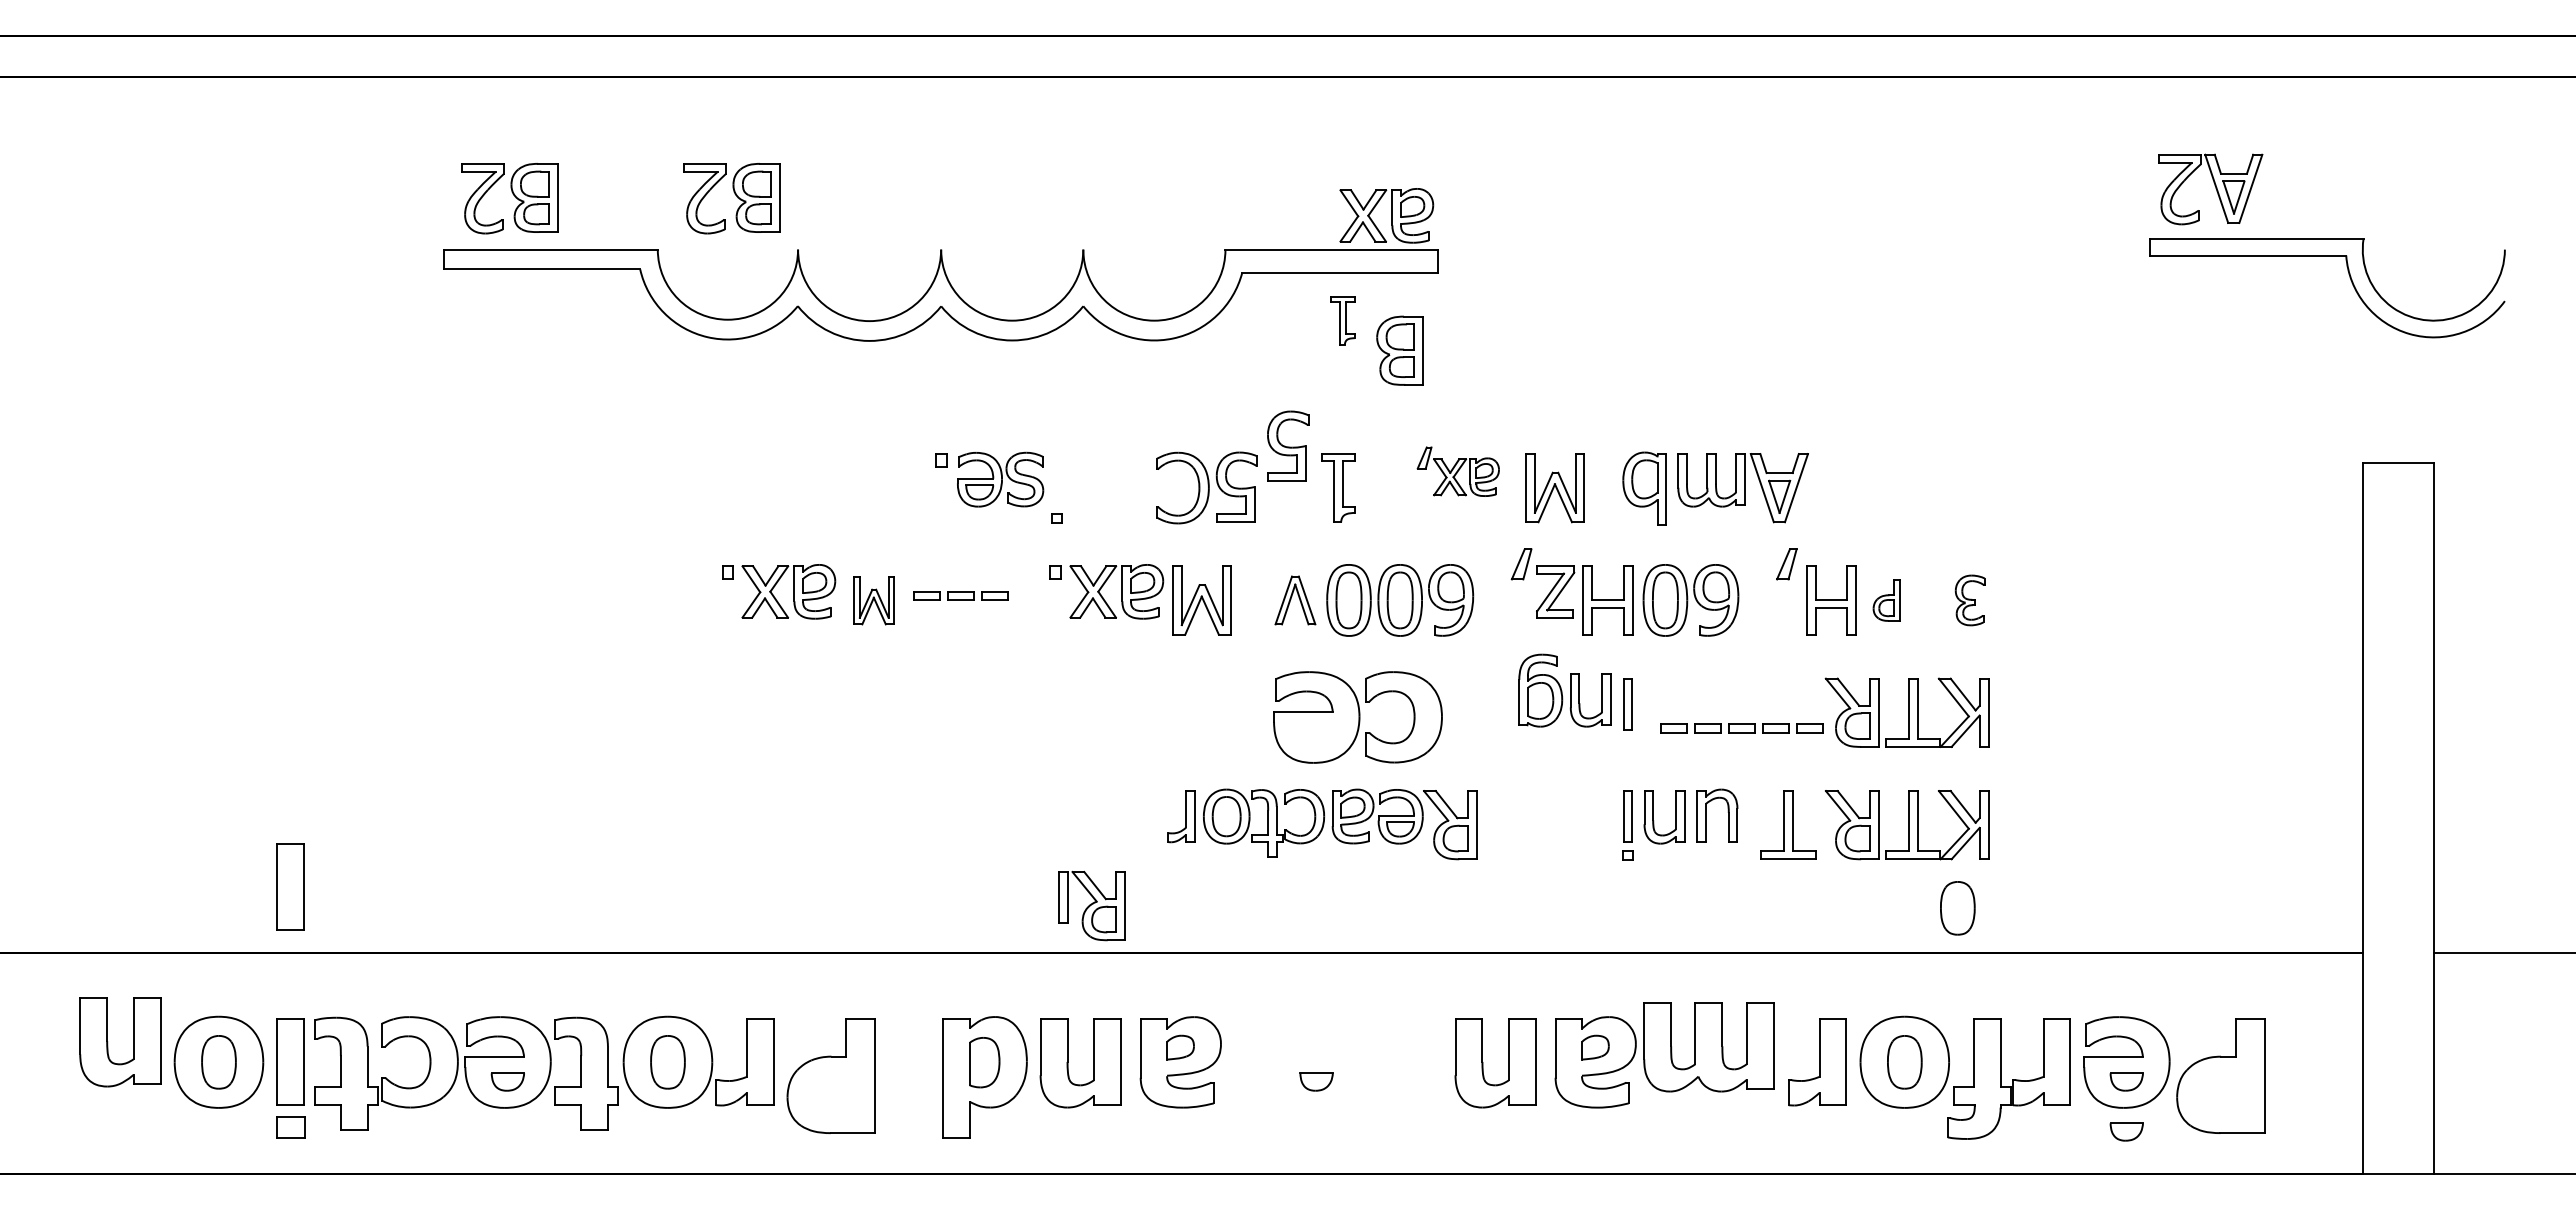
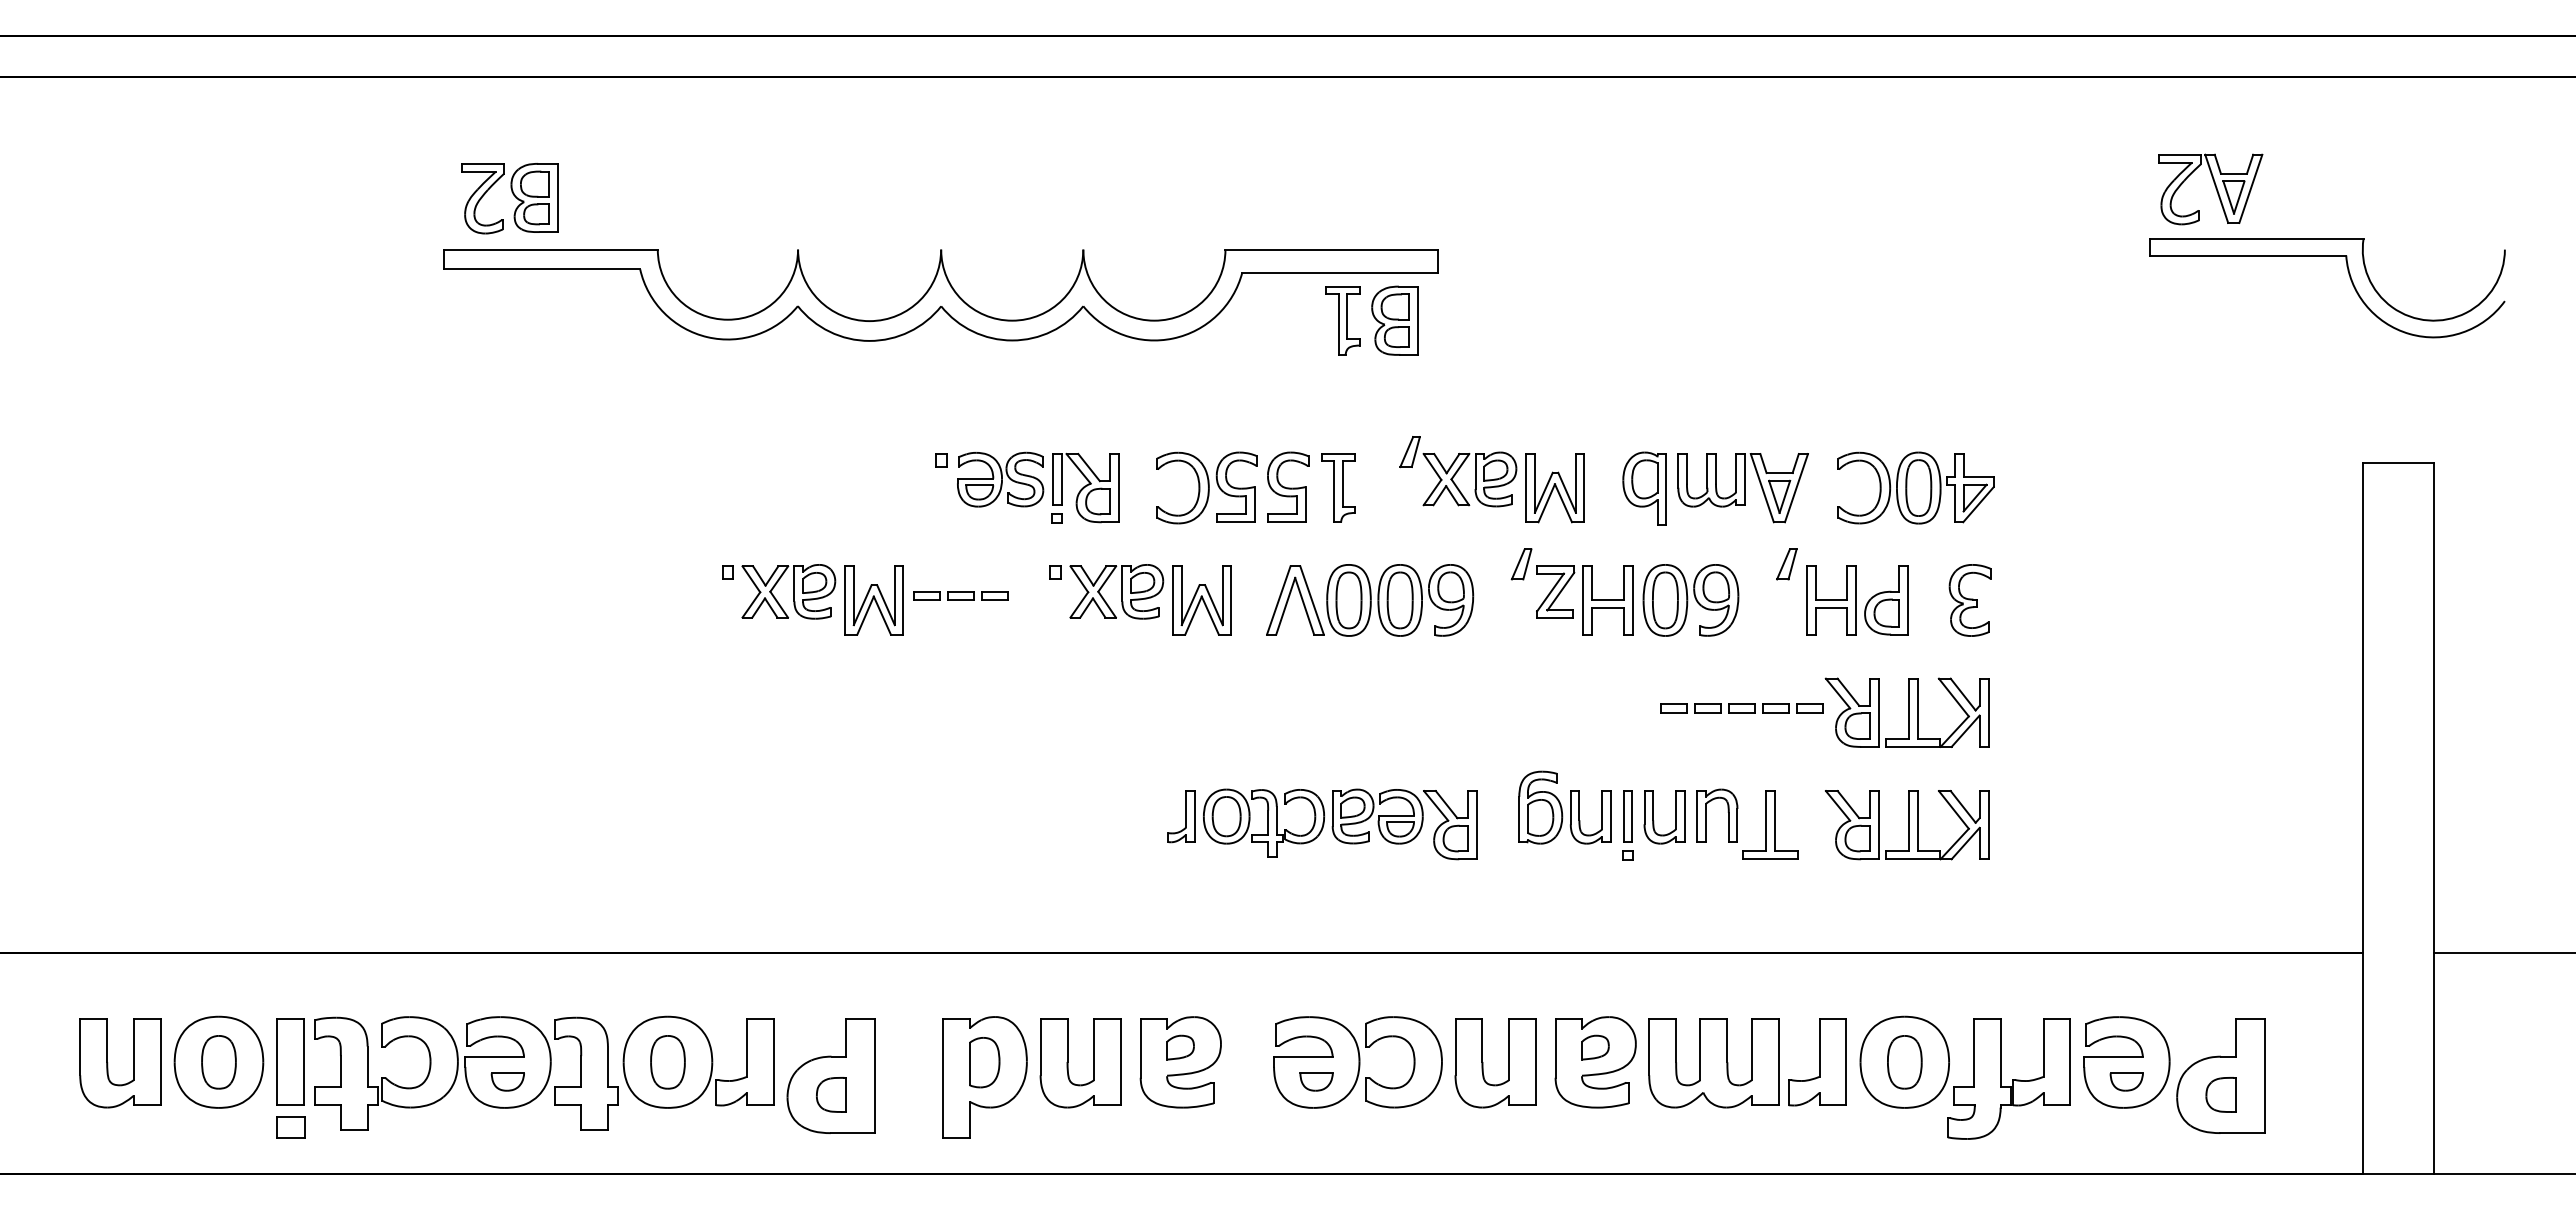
part at (731, 198): present -> none
part at (1386, 215): present -> none
part at (1342, 320) size: 26x50 px -> 36x70 px
part at (1399, 350) position: (1399, 350) -> (1394, 320)
part at (1288, 445) position: (1288, 445) -> (1288, 486)
part at (1457, 471) size: 84x51 px -> 119x72 px
part at (1915, 487): none -> present
part at (873, 600) size: 42x50 px -> 60x71 px
part at (1295, 600) size: 43x51 px -> 59x71 px
part at (1886, 600) size: 29x43 px -> 45x71 px
part at (1969, 600) size: 32x53 px -> 44x73 px
part at (1564, 690) position: (1564, 690) -> (1564, 807)
part at (1627, 704): present -> none
part at (1357, 717) position: (1357, 717) -> (1357, 1062)
part at (1741, 728) position: (1741, 728) -> (1741, 708)
part at (1788, 824) position: (1788, 824) -> (1770, 824)
part at (290, 886): present -> none
part at (1091, 905) position: (1091, 905) -> (1085, 487)
part at (1957, 908): present -> none
part at (108, 1042) position: (108, 1042) -> (108, 1063)
part at (1708, 1047) position: (1708, 1047) -> (1713, 1063)
part at (831, 1094): none -> present
part at (2220, 1094): none -> present
part at (2126, 1131): present -> none
